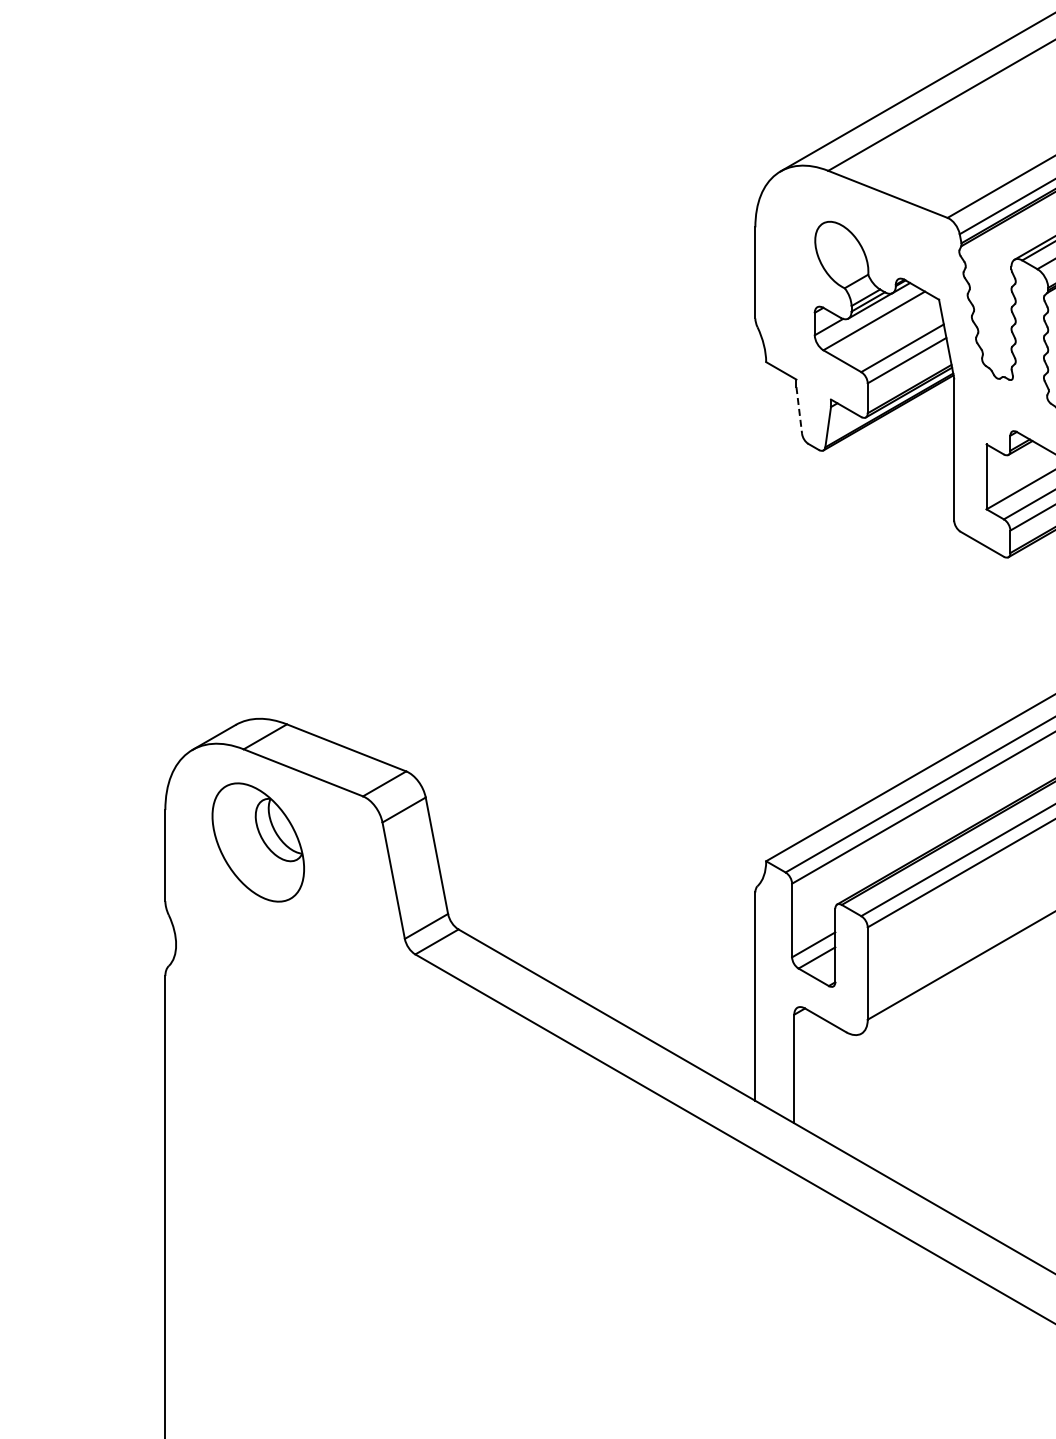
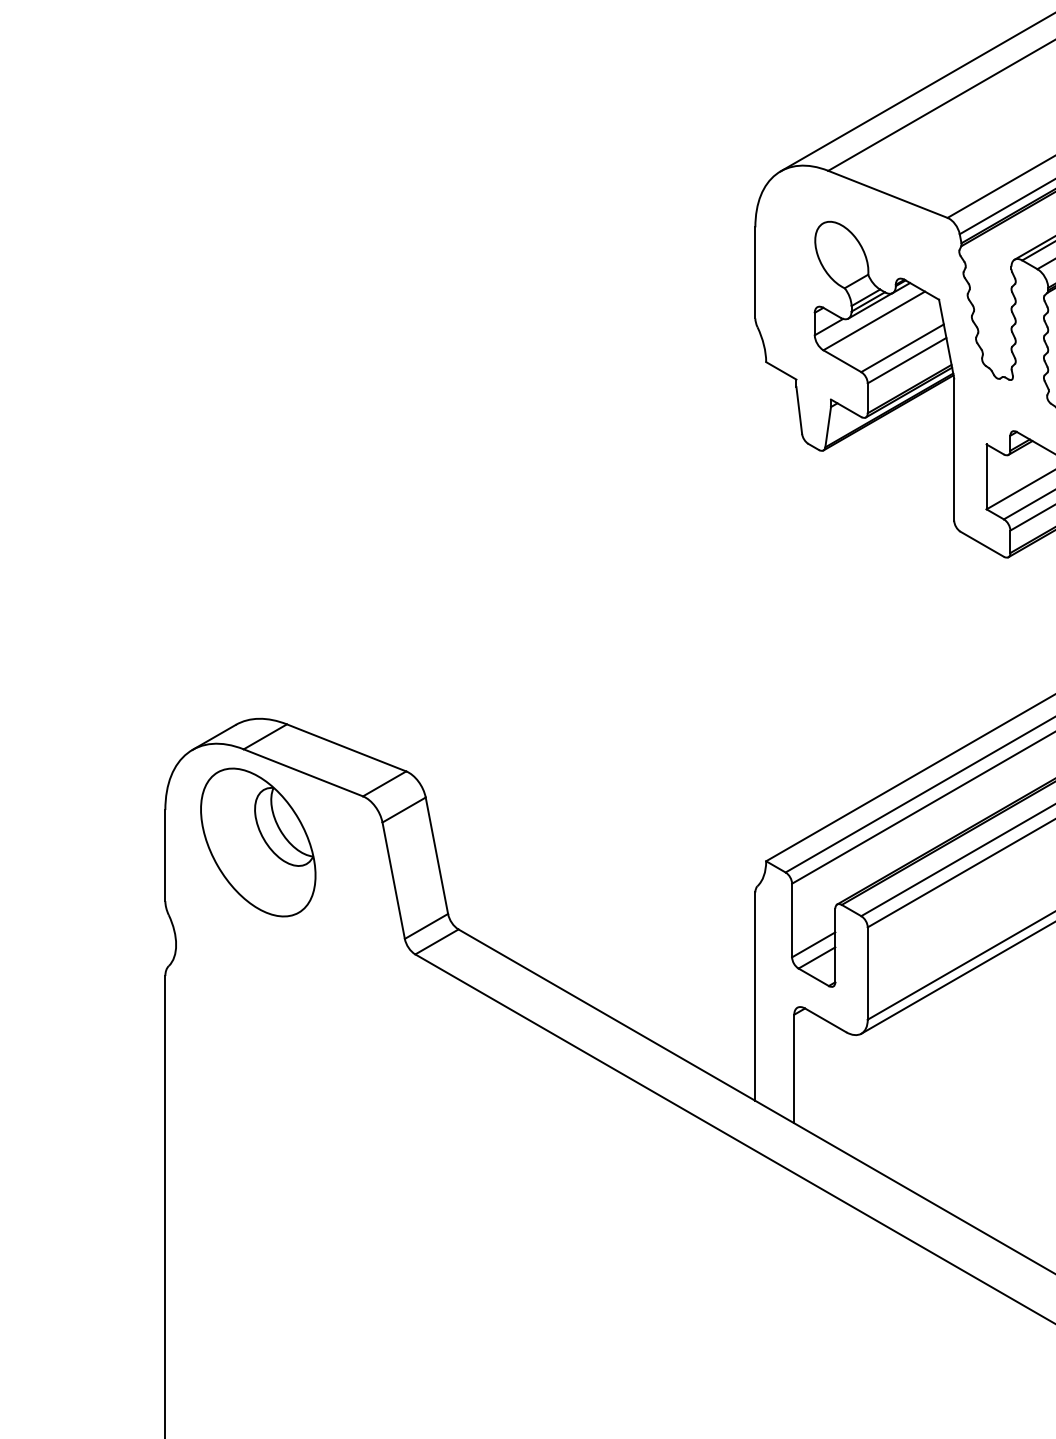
line at (799, 410): dashed -> solid
part at (257, 842) size: 94x121 px -> 117x151 px
line at (956, 978): none -> present
